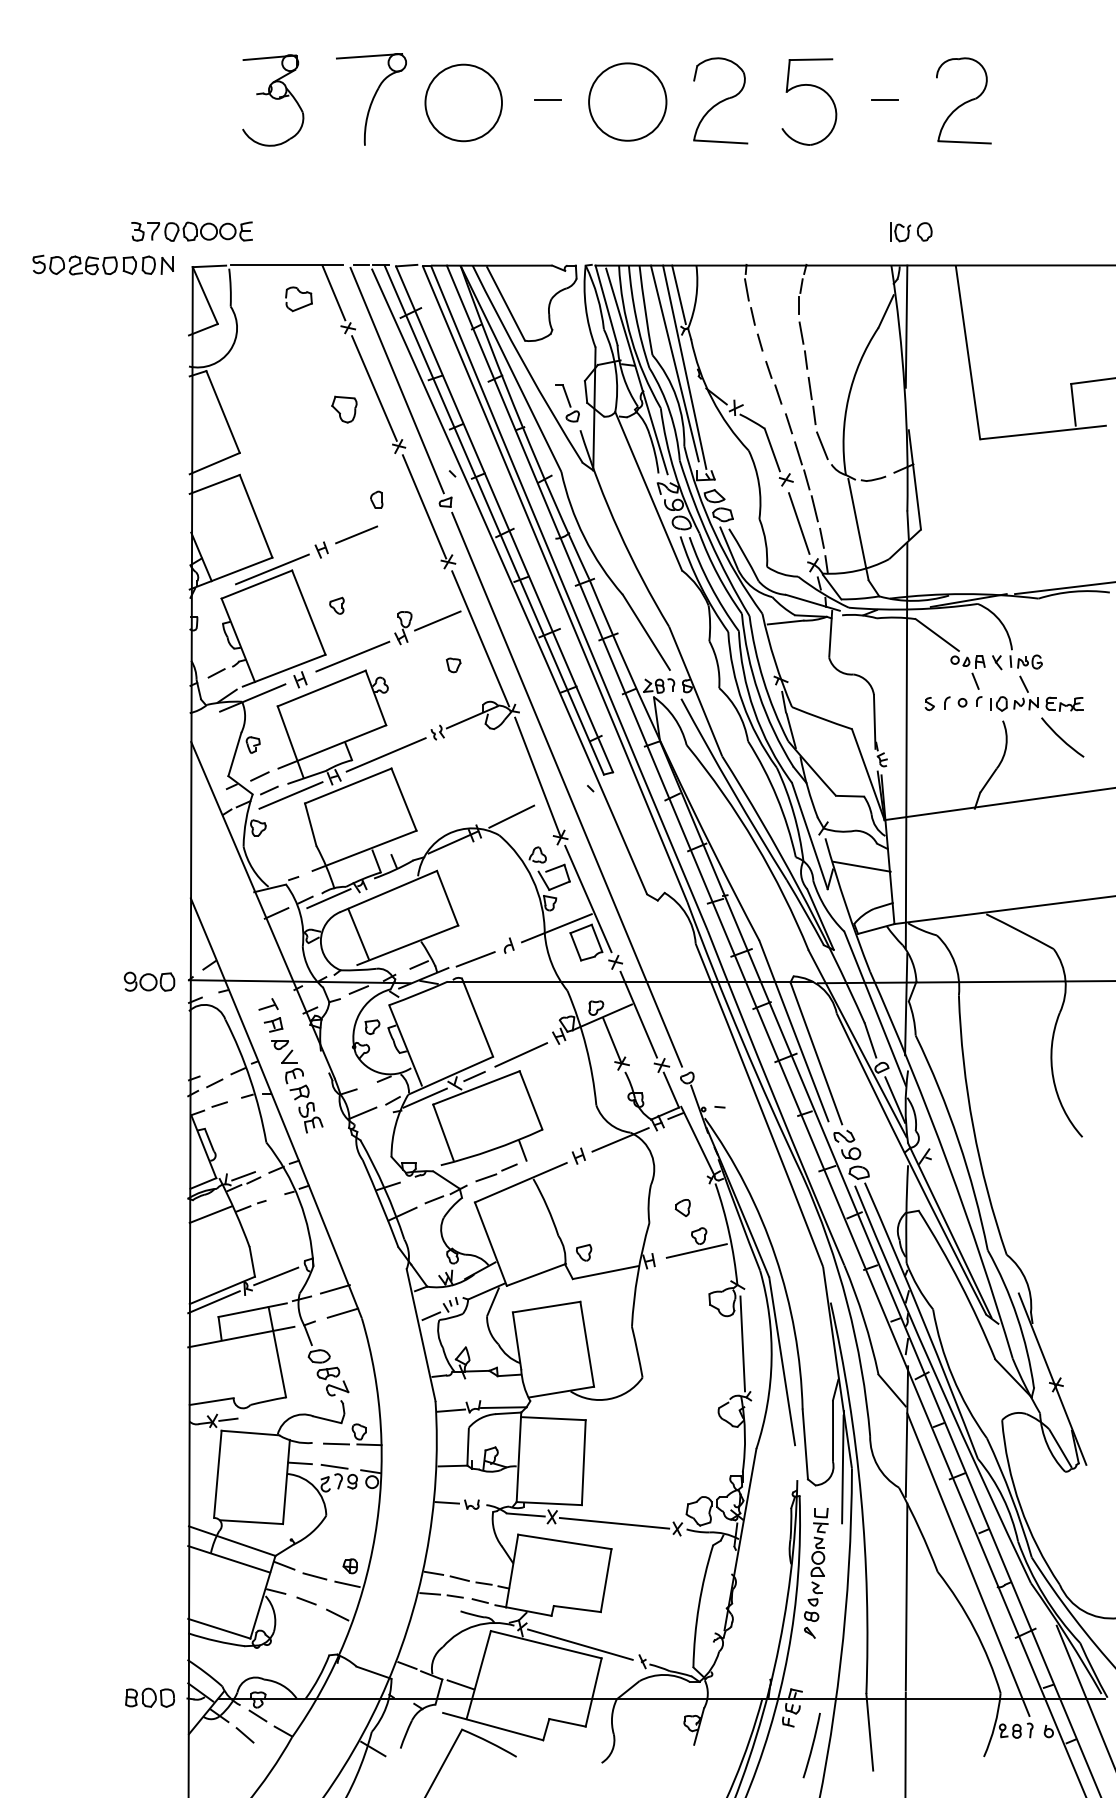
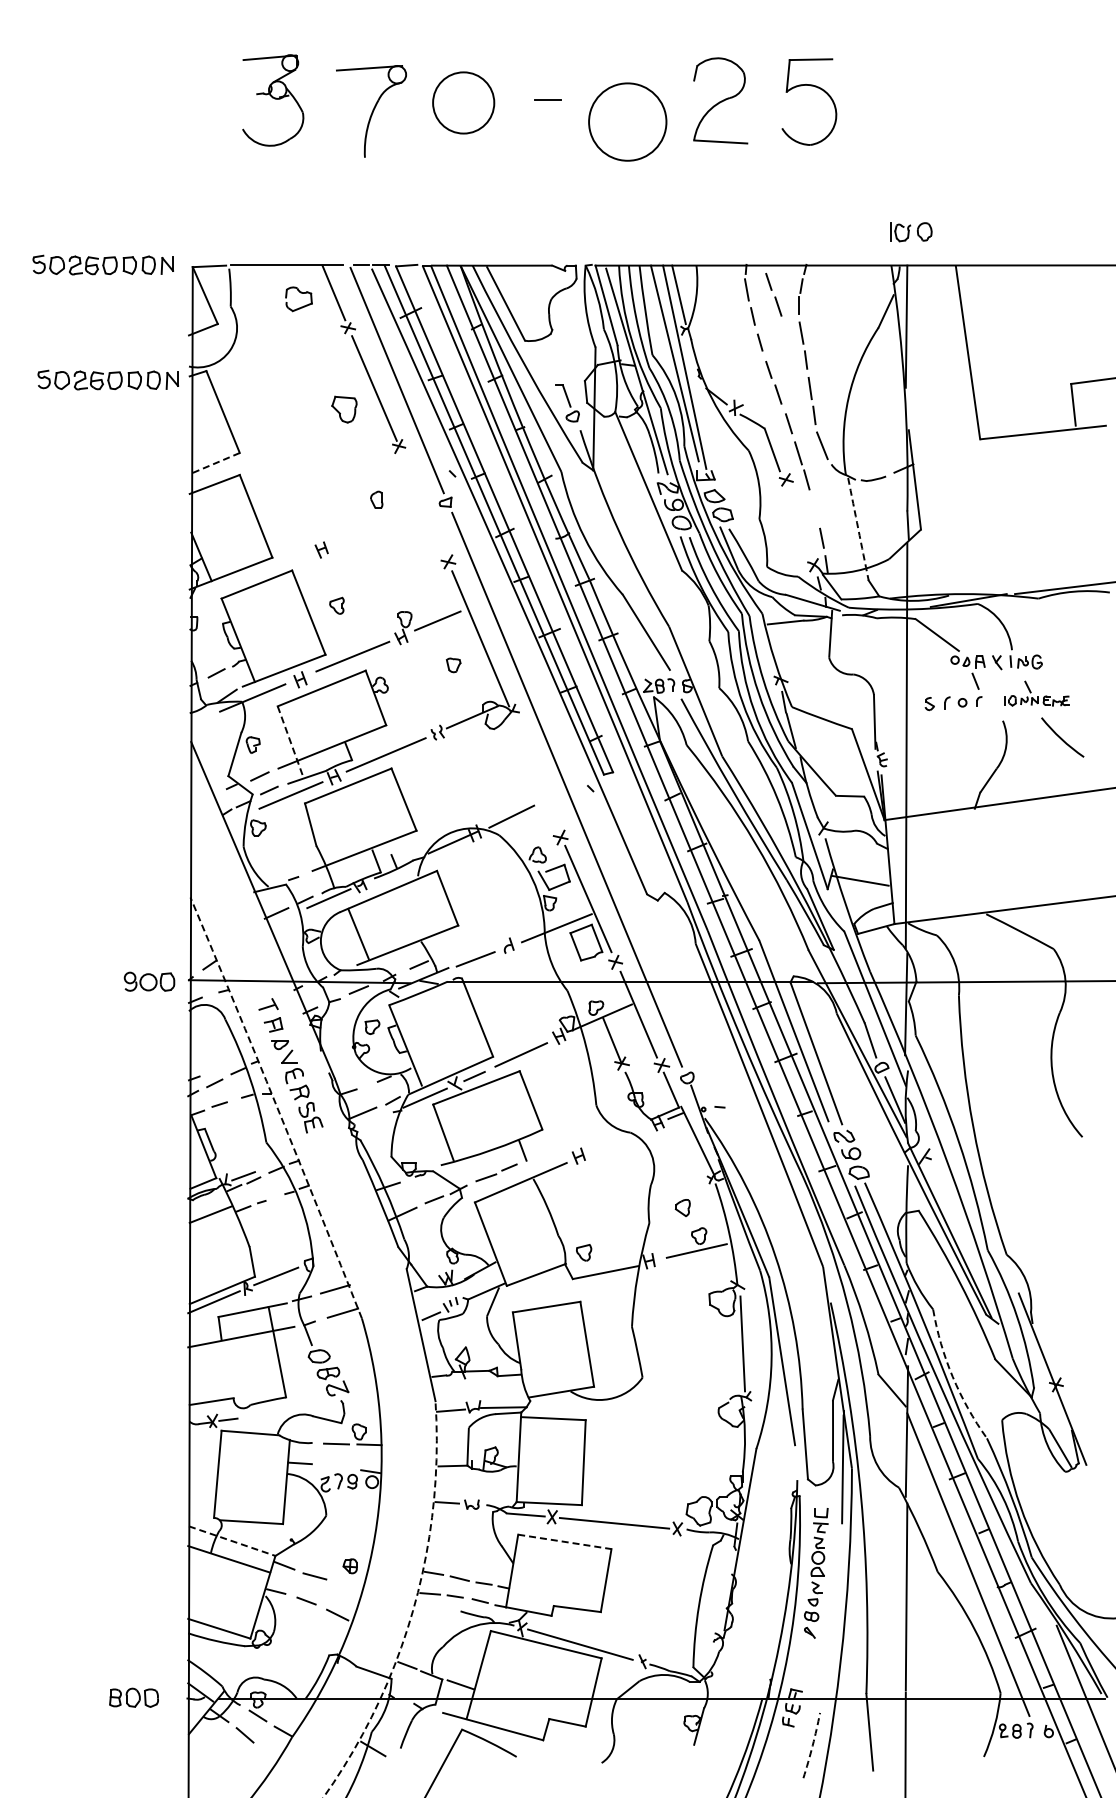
part at (371, 99) position: (371, 99) -> (371, 111)
line at (884, 99): present -> none
part at (963, 100): present -> none
circle at (627, 101) position: (627, 101) -> (627, 121)
circle at (463, 102) size: 79x80 px -> 64x64 px
part at (191, 231): present -> none
part at (773, 294): none -> present
part at (107, 379): none -> present
line at (214, 463): solid -> dashed
line at (424, 506): present -> none
line at (814, 508): present -> none
line at (799, 523): present -> none
arc at (858, 529): solid -> dashed
line at (356, 534): present -> none
line at (272, 569): present -> none
part at (1036, 693) size: 94x37 px -> 66x27 px
line at (290, 742): solid -> dashed
line at (537, 776): present -> none
line at (861, 866) position: (861, 866) -> (859, 880)
arc at (277, 1107): solid -> dashed
line at (620, 1139): present -> none
arc at (952, 1376): solid -> dashed
line at (334, 1466): present -> none
line at (232, 1541): solid -> dashed
line at (565, 1541): solid -> dashed
line at (347, 1584): present -> none
arc at (413, 1610): solid -> dashed
part at (149, 1697) position: (149, 1697) -> (133, 1697)
arc at (812, 1745): solid -> dashed
